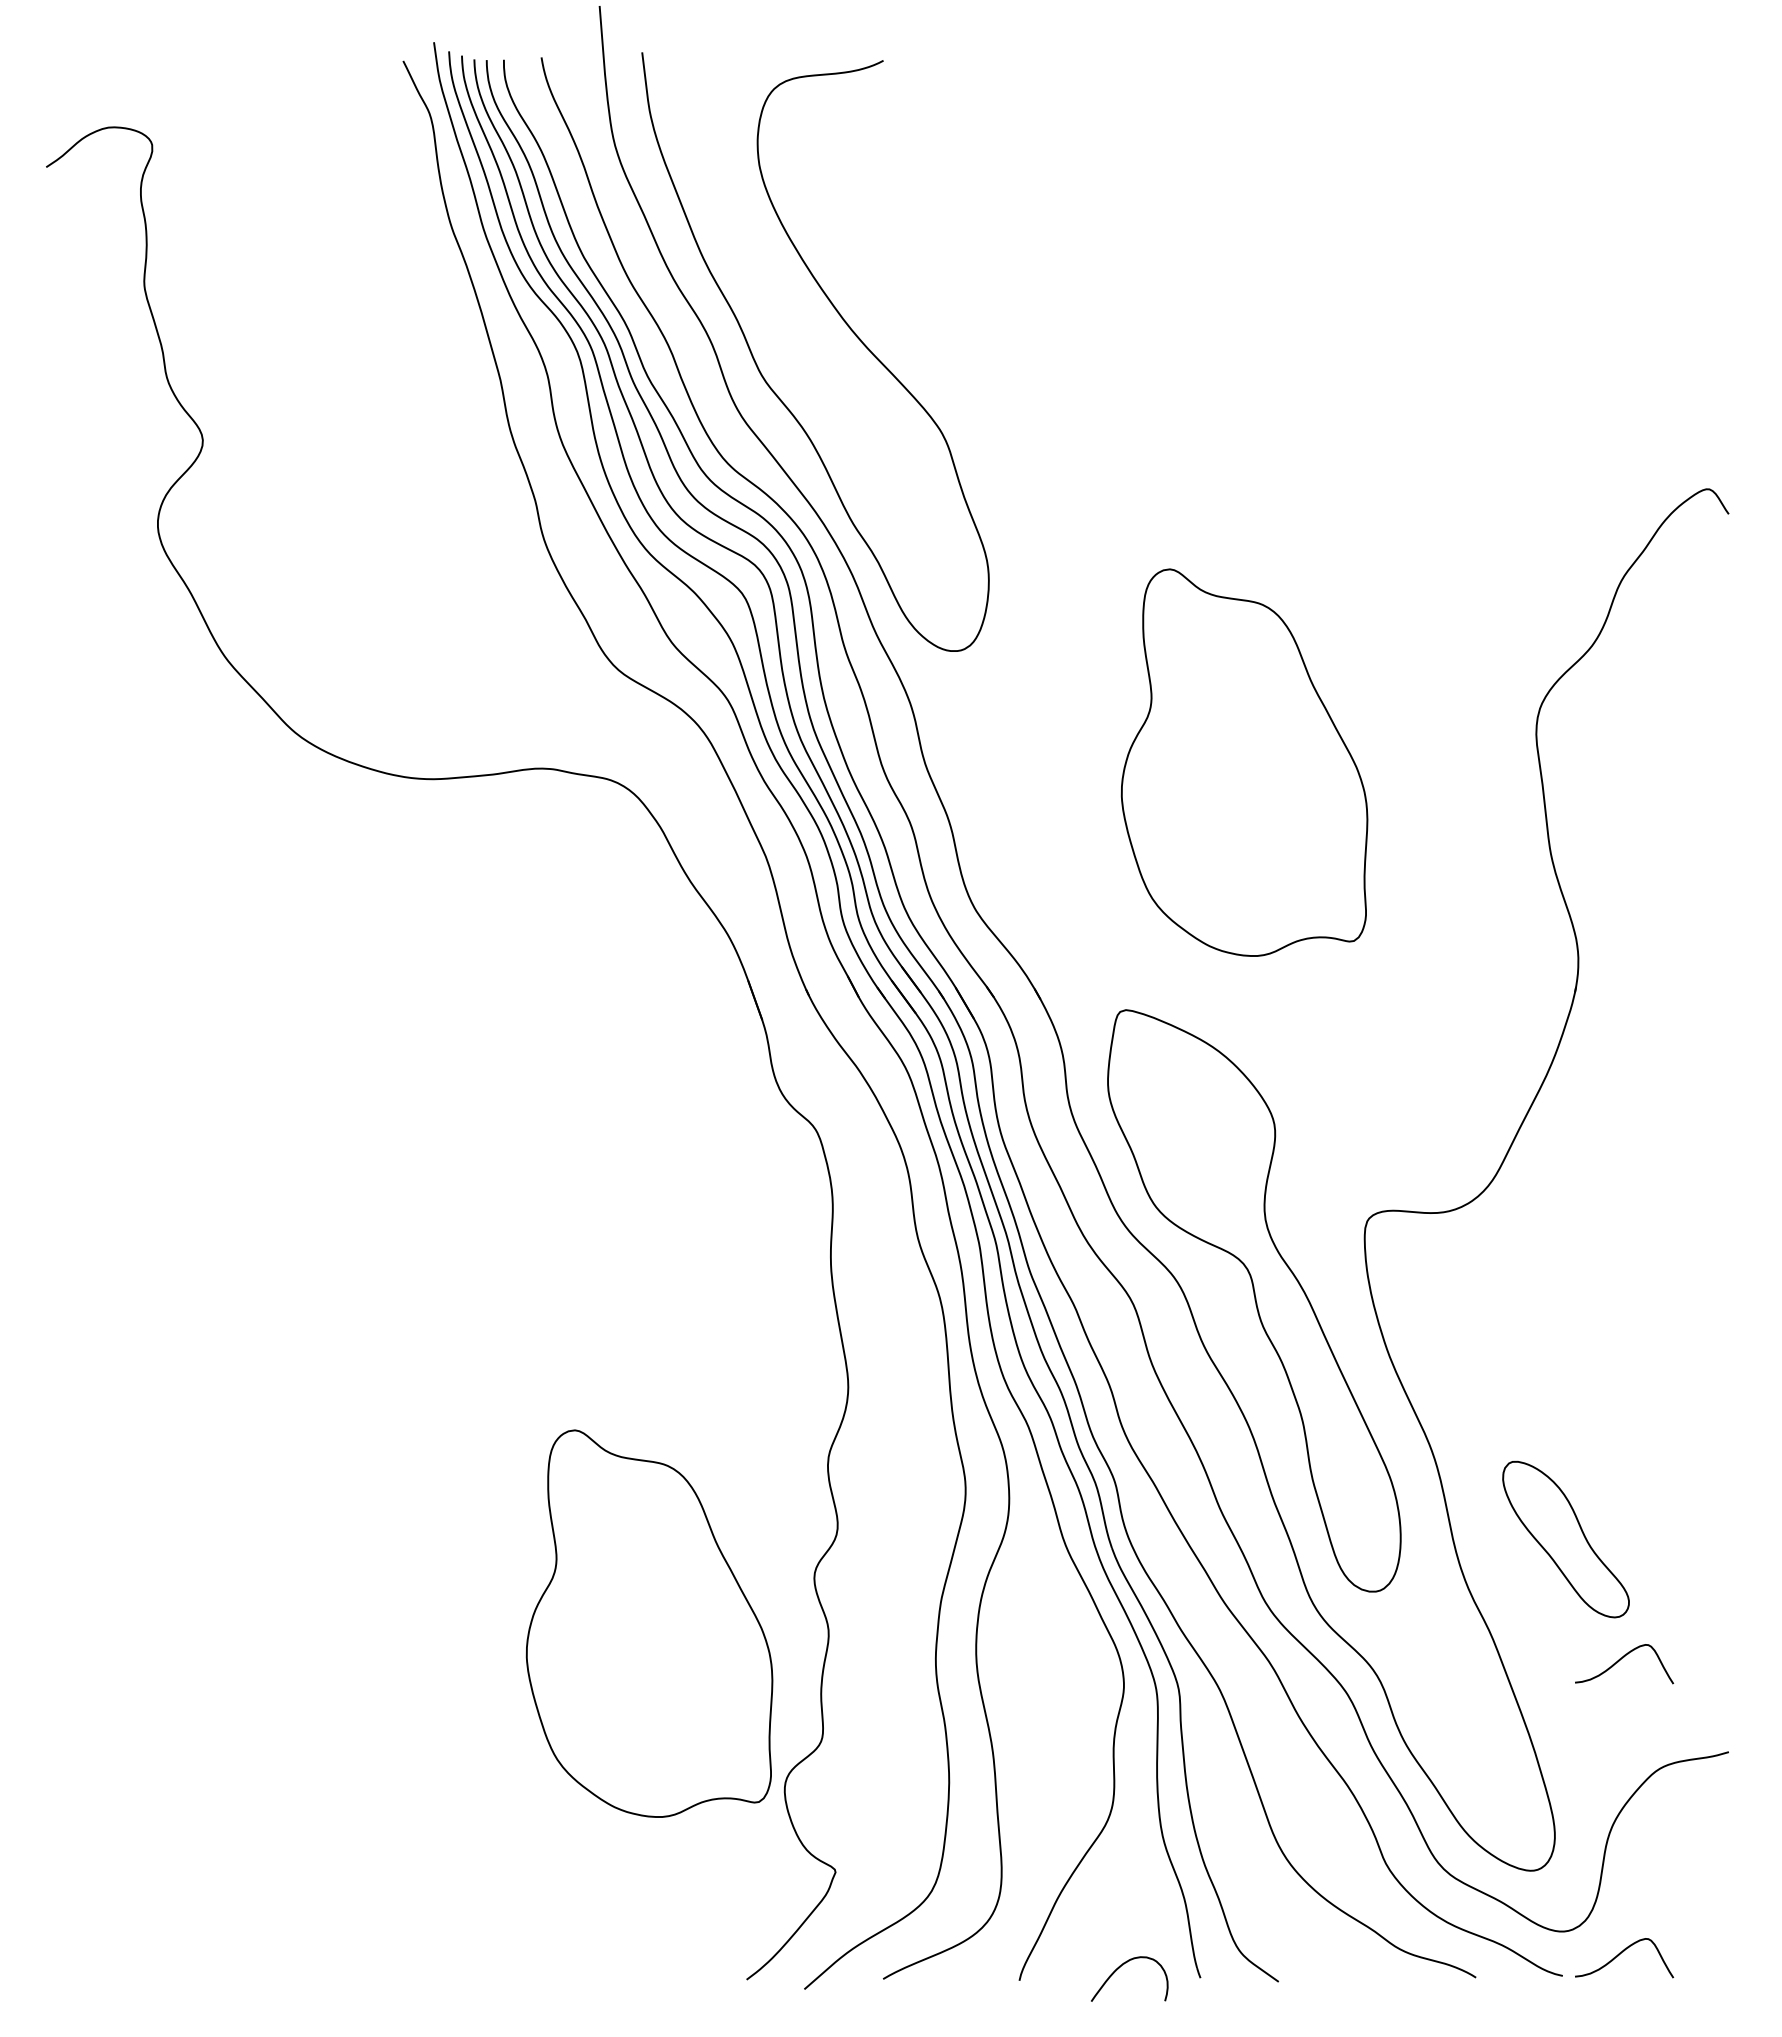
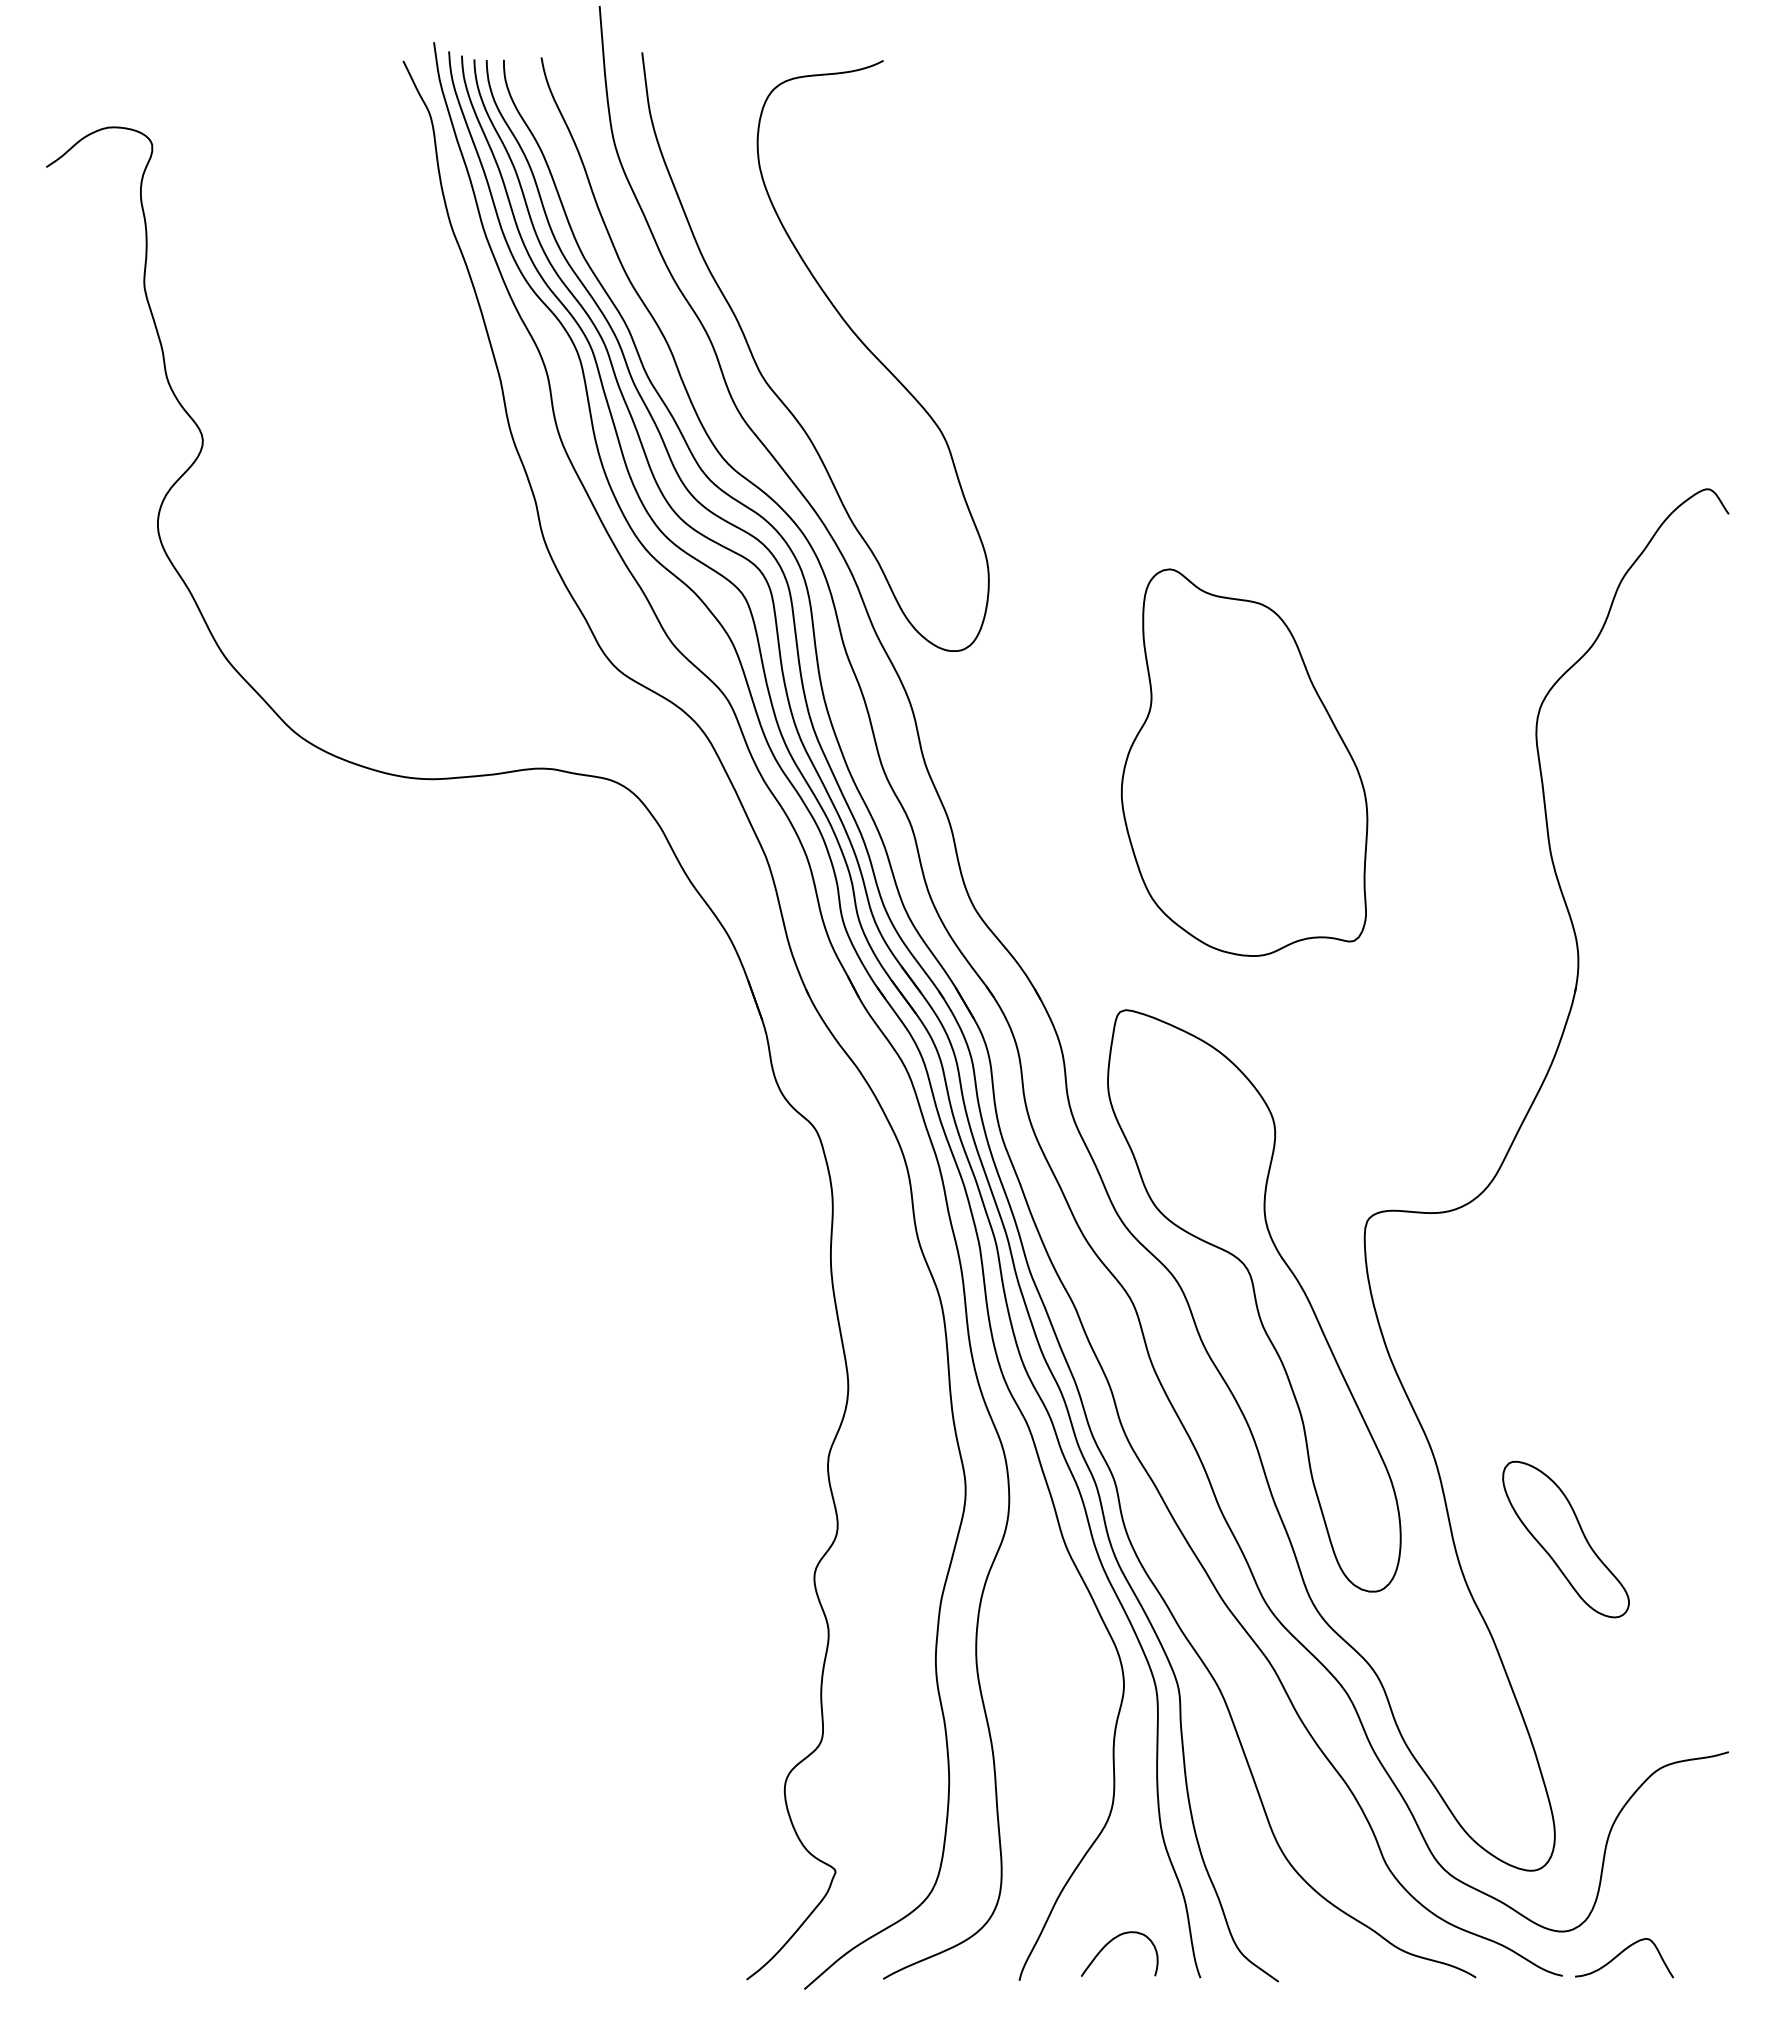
part at (649, 1623): present -> none
curve at (1620, 1660): present -> none
curve at (1119, 1968) position: (1119, 1968) -> (1109, 1943)
